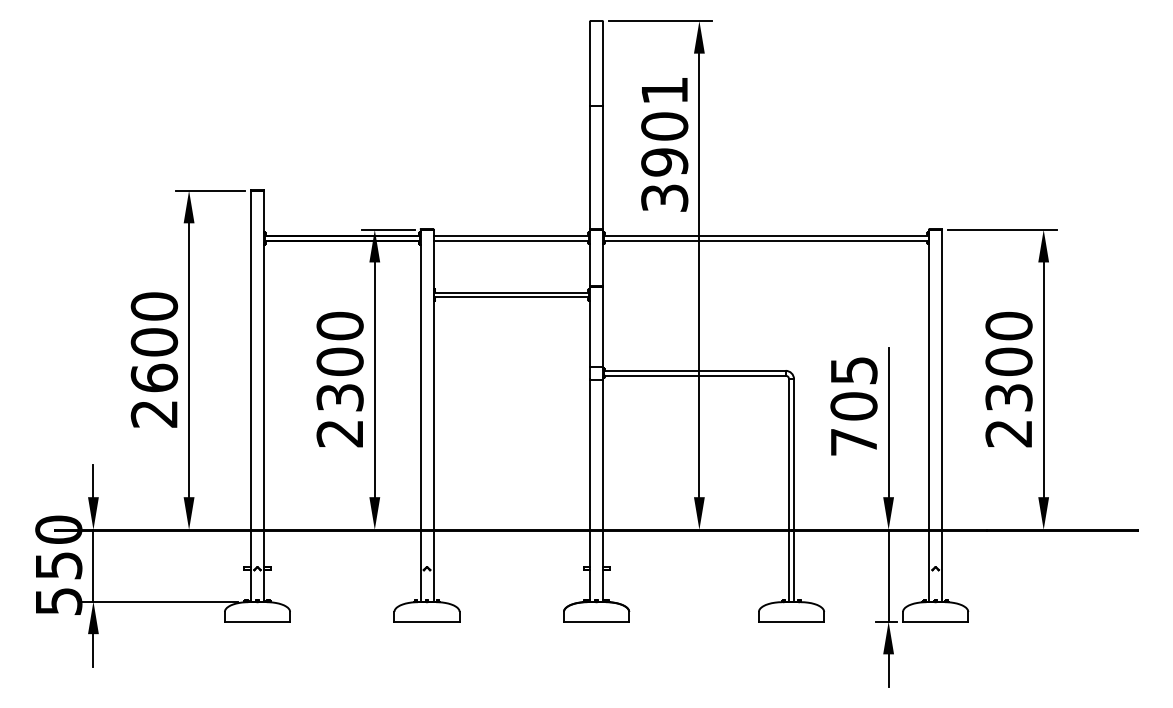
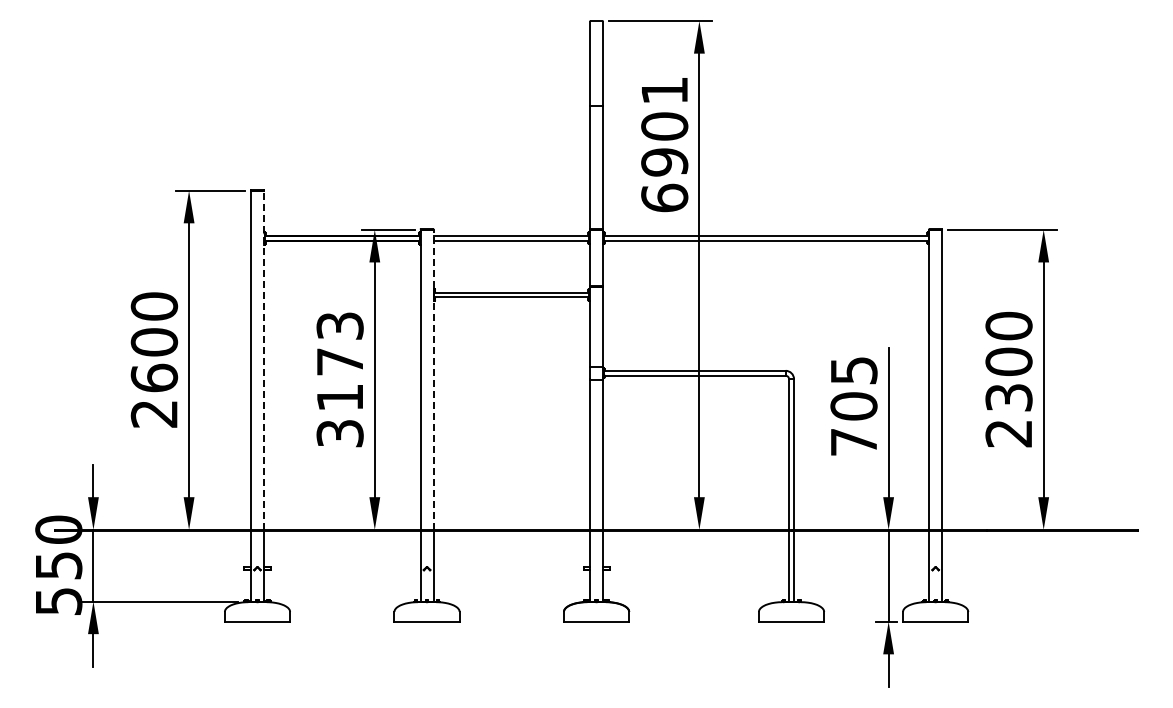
text at (664, 197): 3901 -> 6901
line at (264, 360): solid -> dashed
text at (339, 379): 2300 -> 3173
line at (433, 379): solid -> dashed
